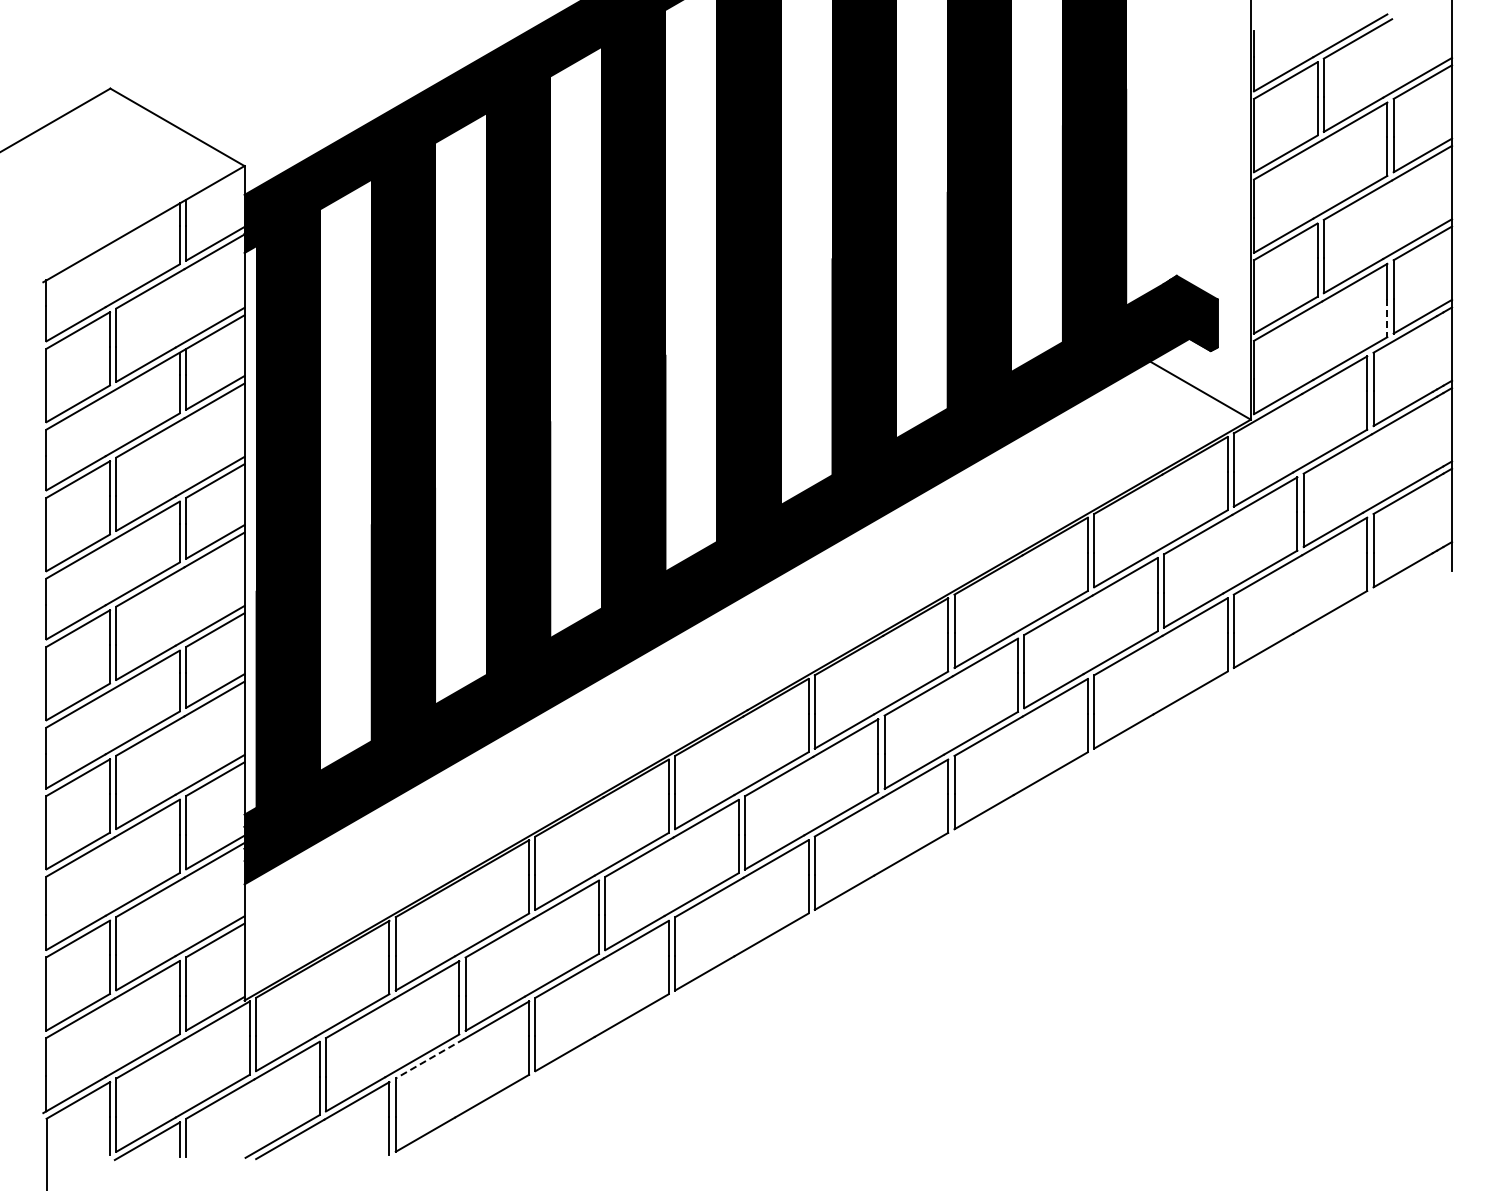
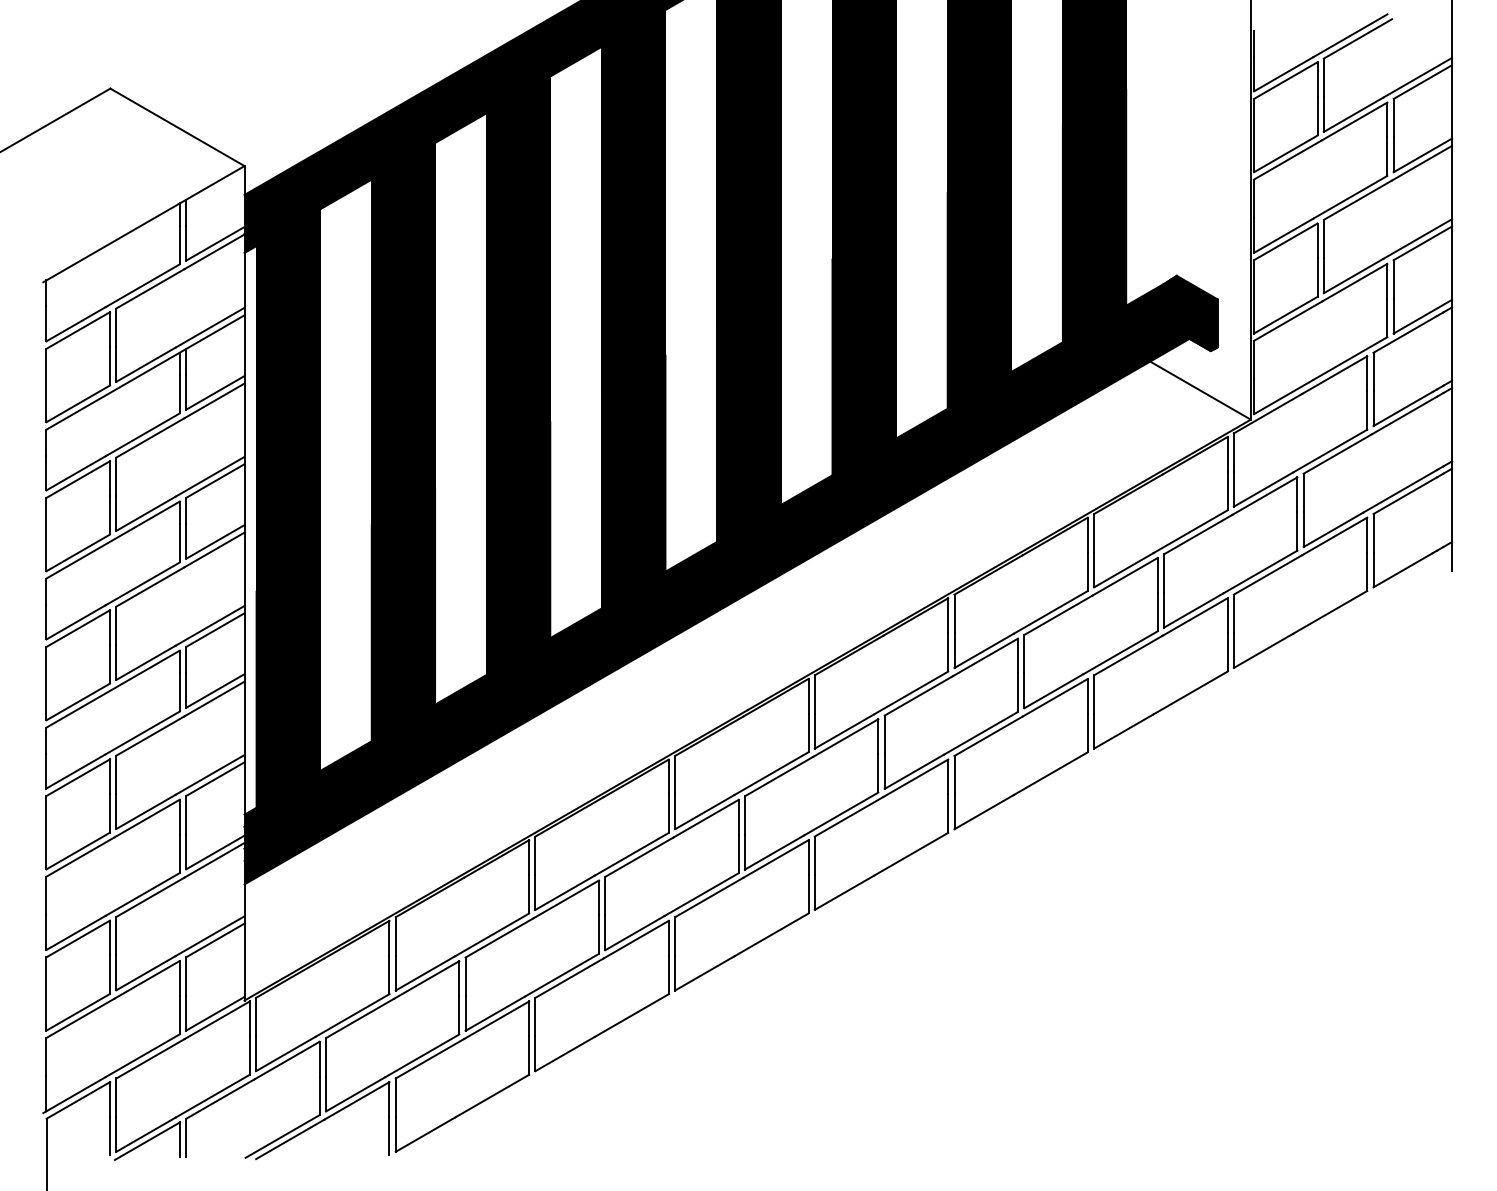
line at (1387, 318): dashed -> solid
line at (429, 1059): dashed -> solid
